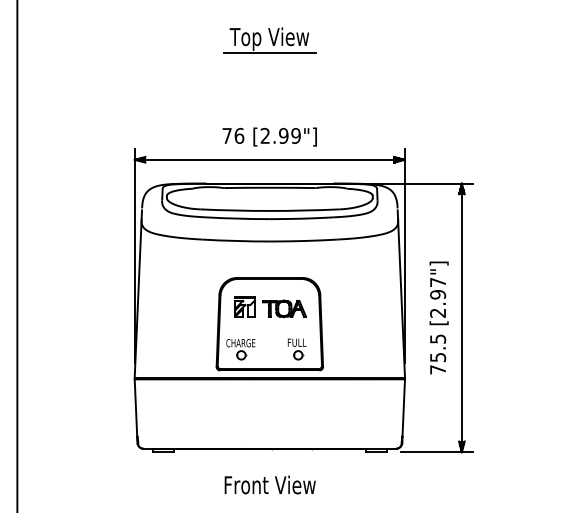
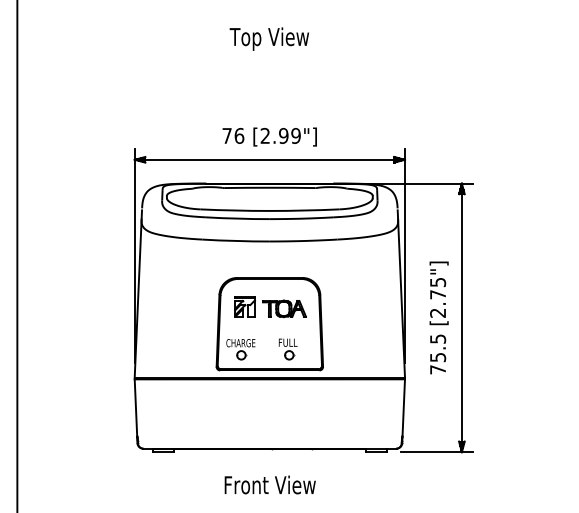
line at (269, 53): present -> none
text at (438, 288): [2.97"] -> [2.75"]
part at (296, 349) position: (296, 349) -> (287, 349)
